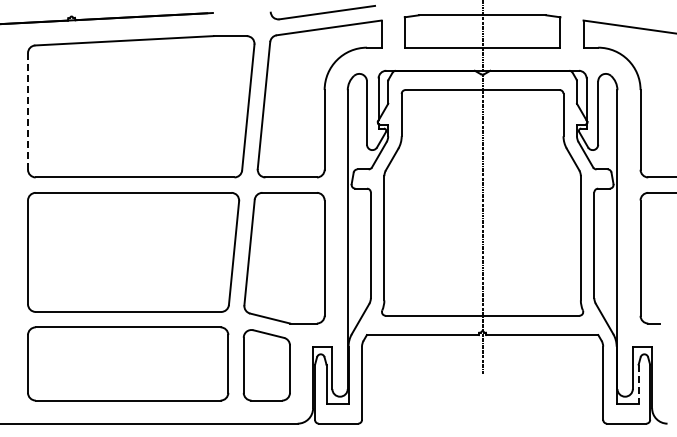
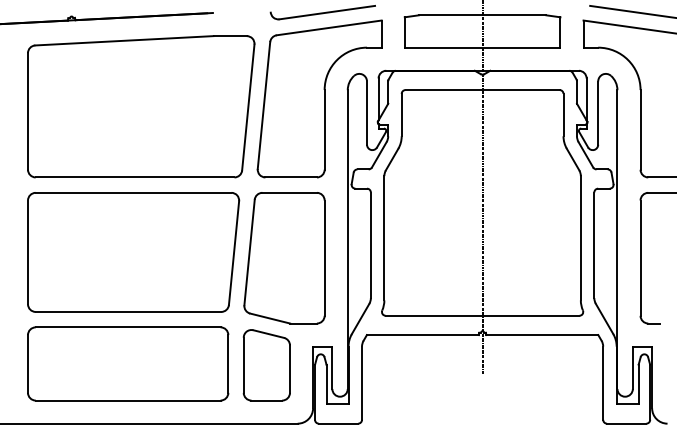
line at (631, 11): none -> present
line at (28, 110): dashed -> solid
line at (638, 384): dashed -> solid
